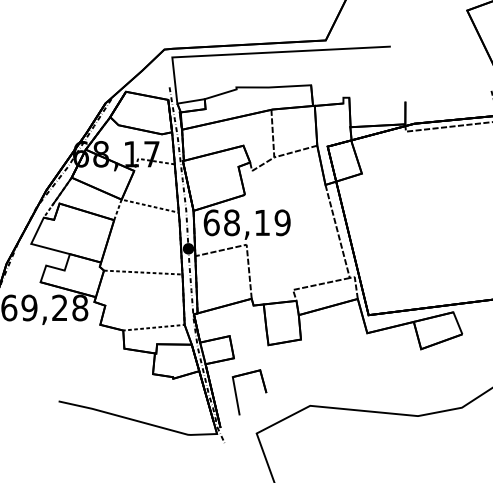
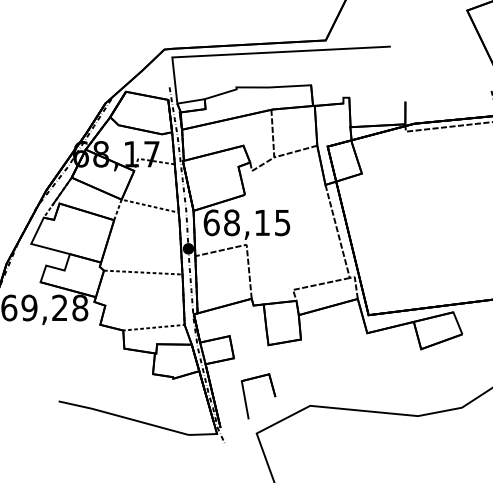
text at (282, 222): 68,19 -> 68,15
part at (237, 396) position: (237, 396) -> (246, 400)
